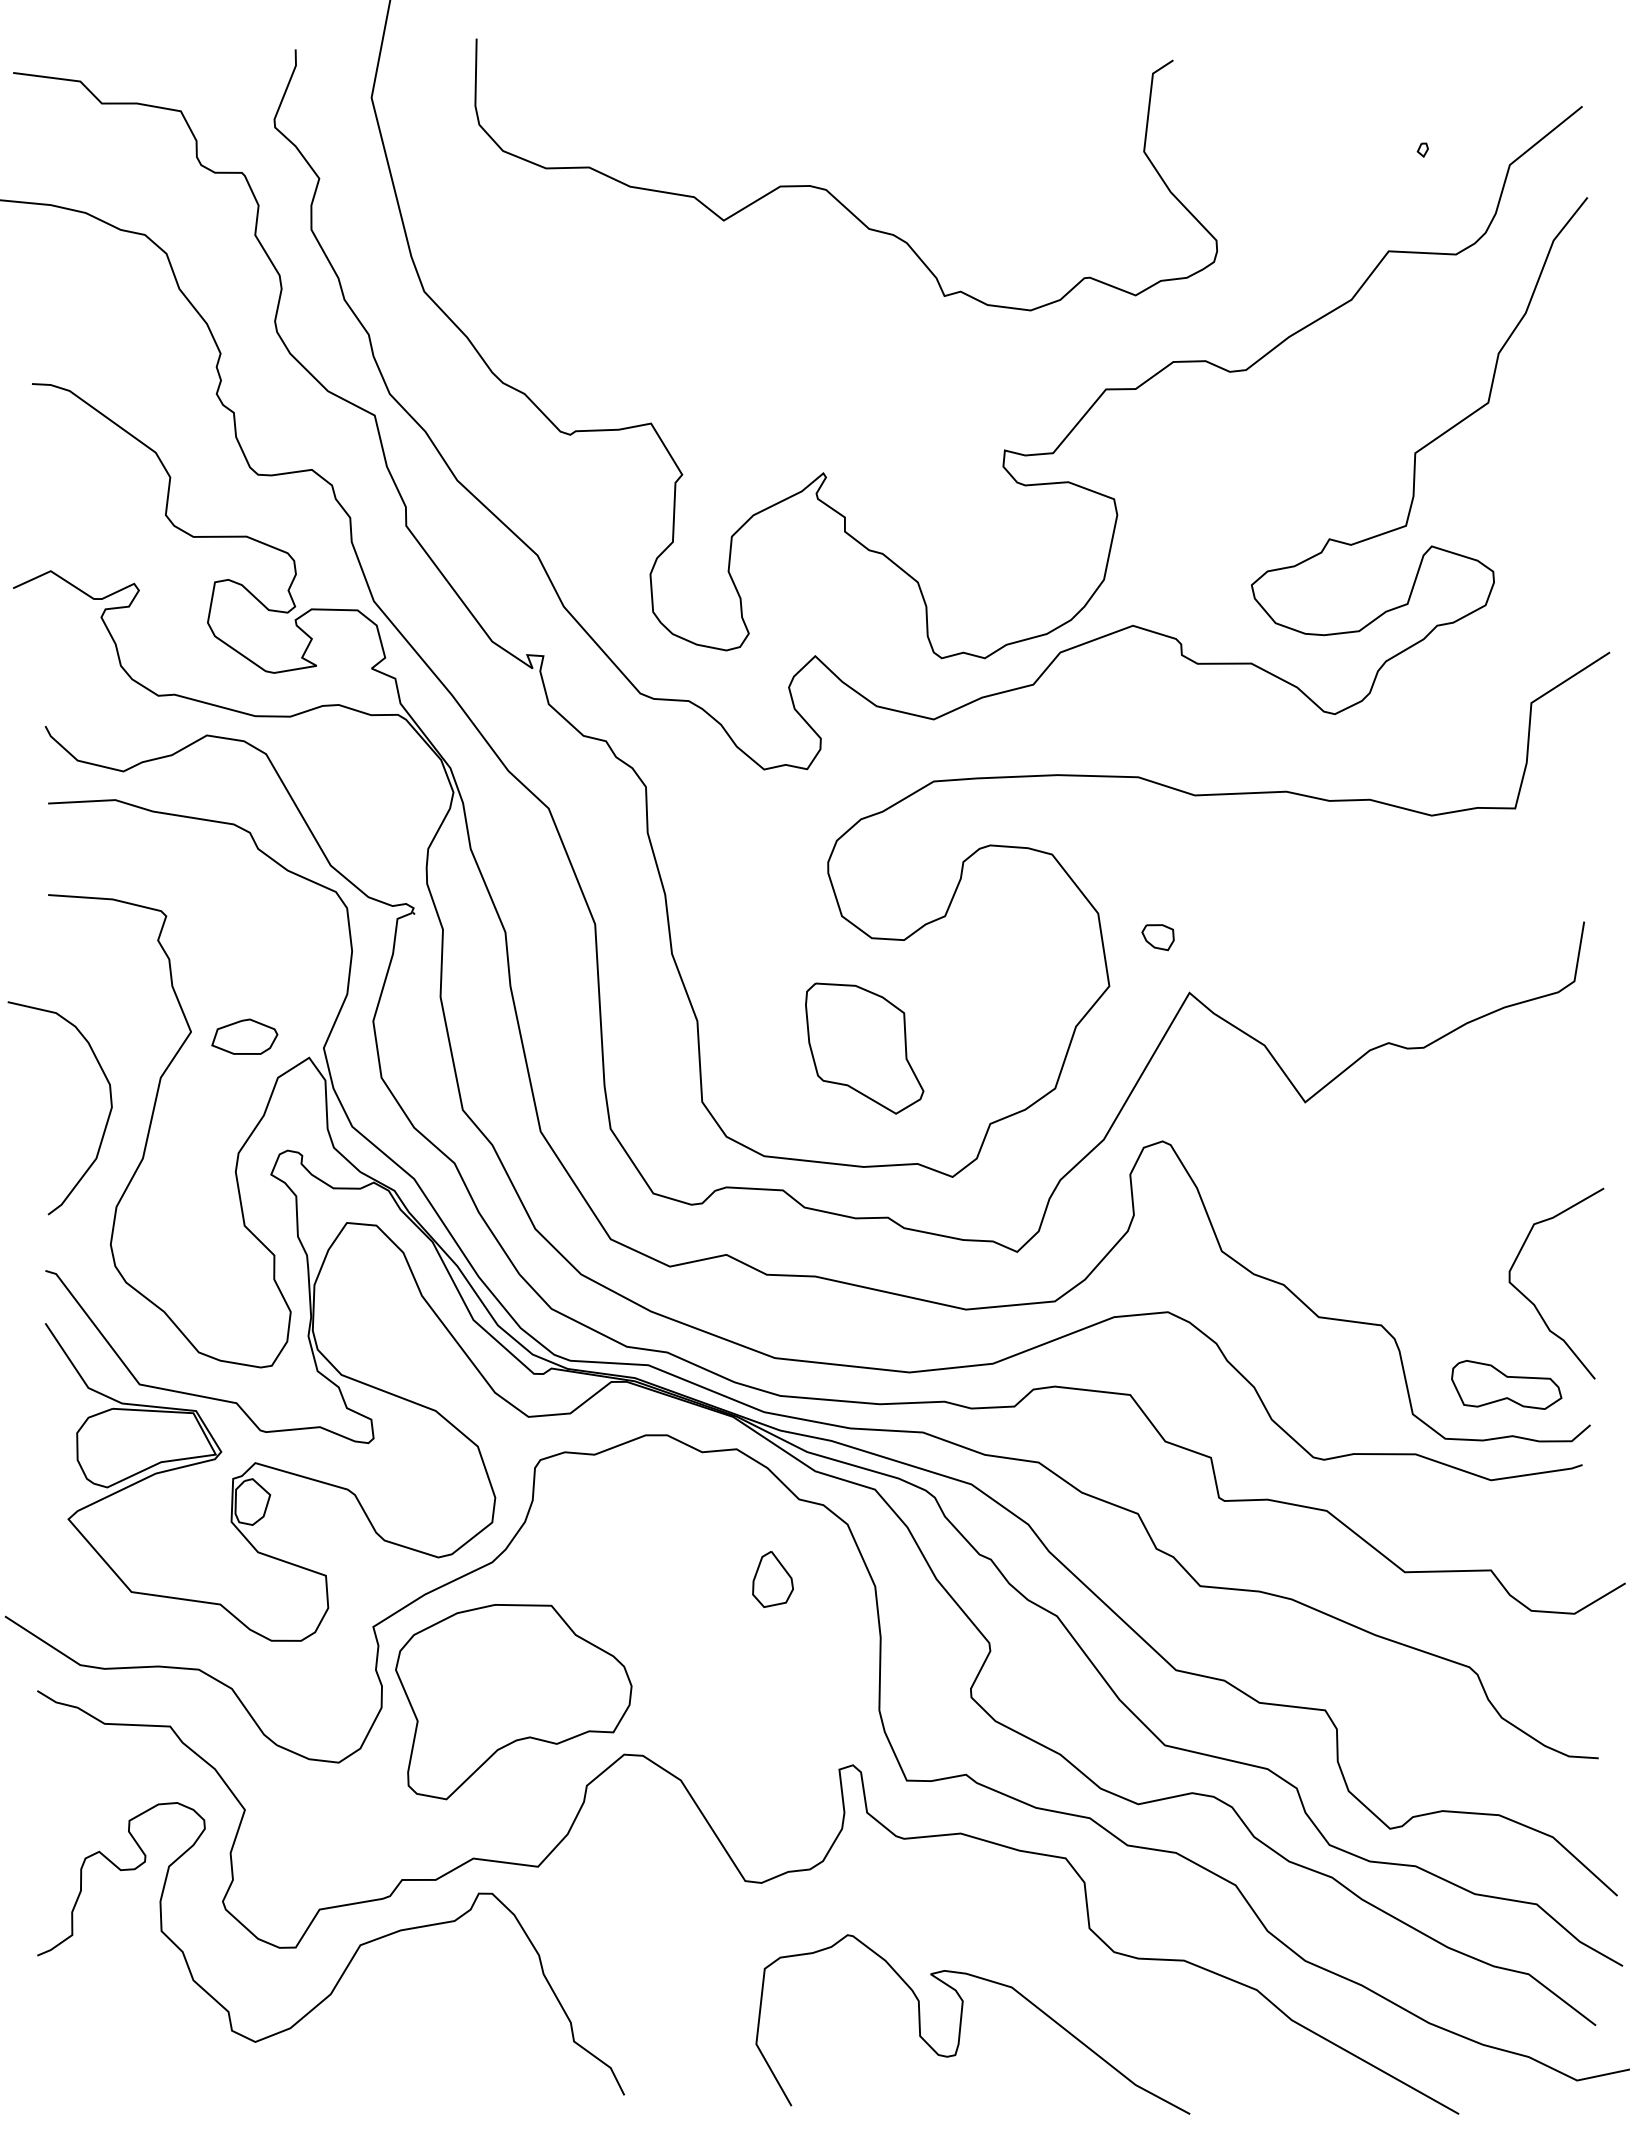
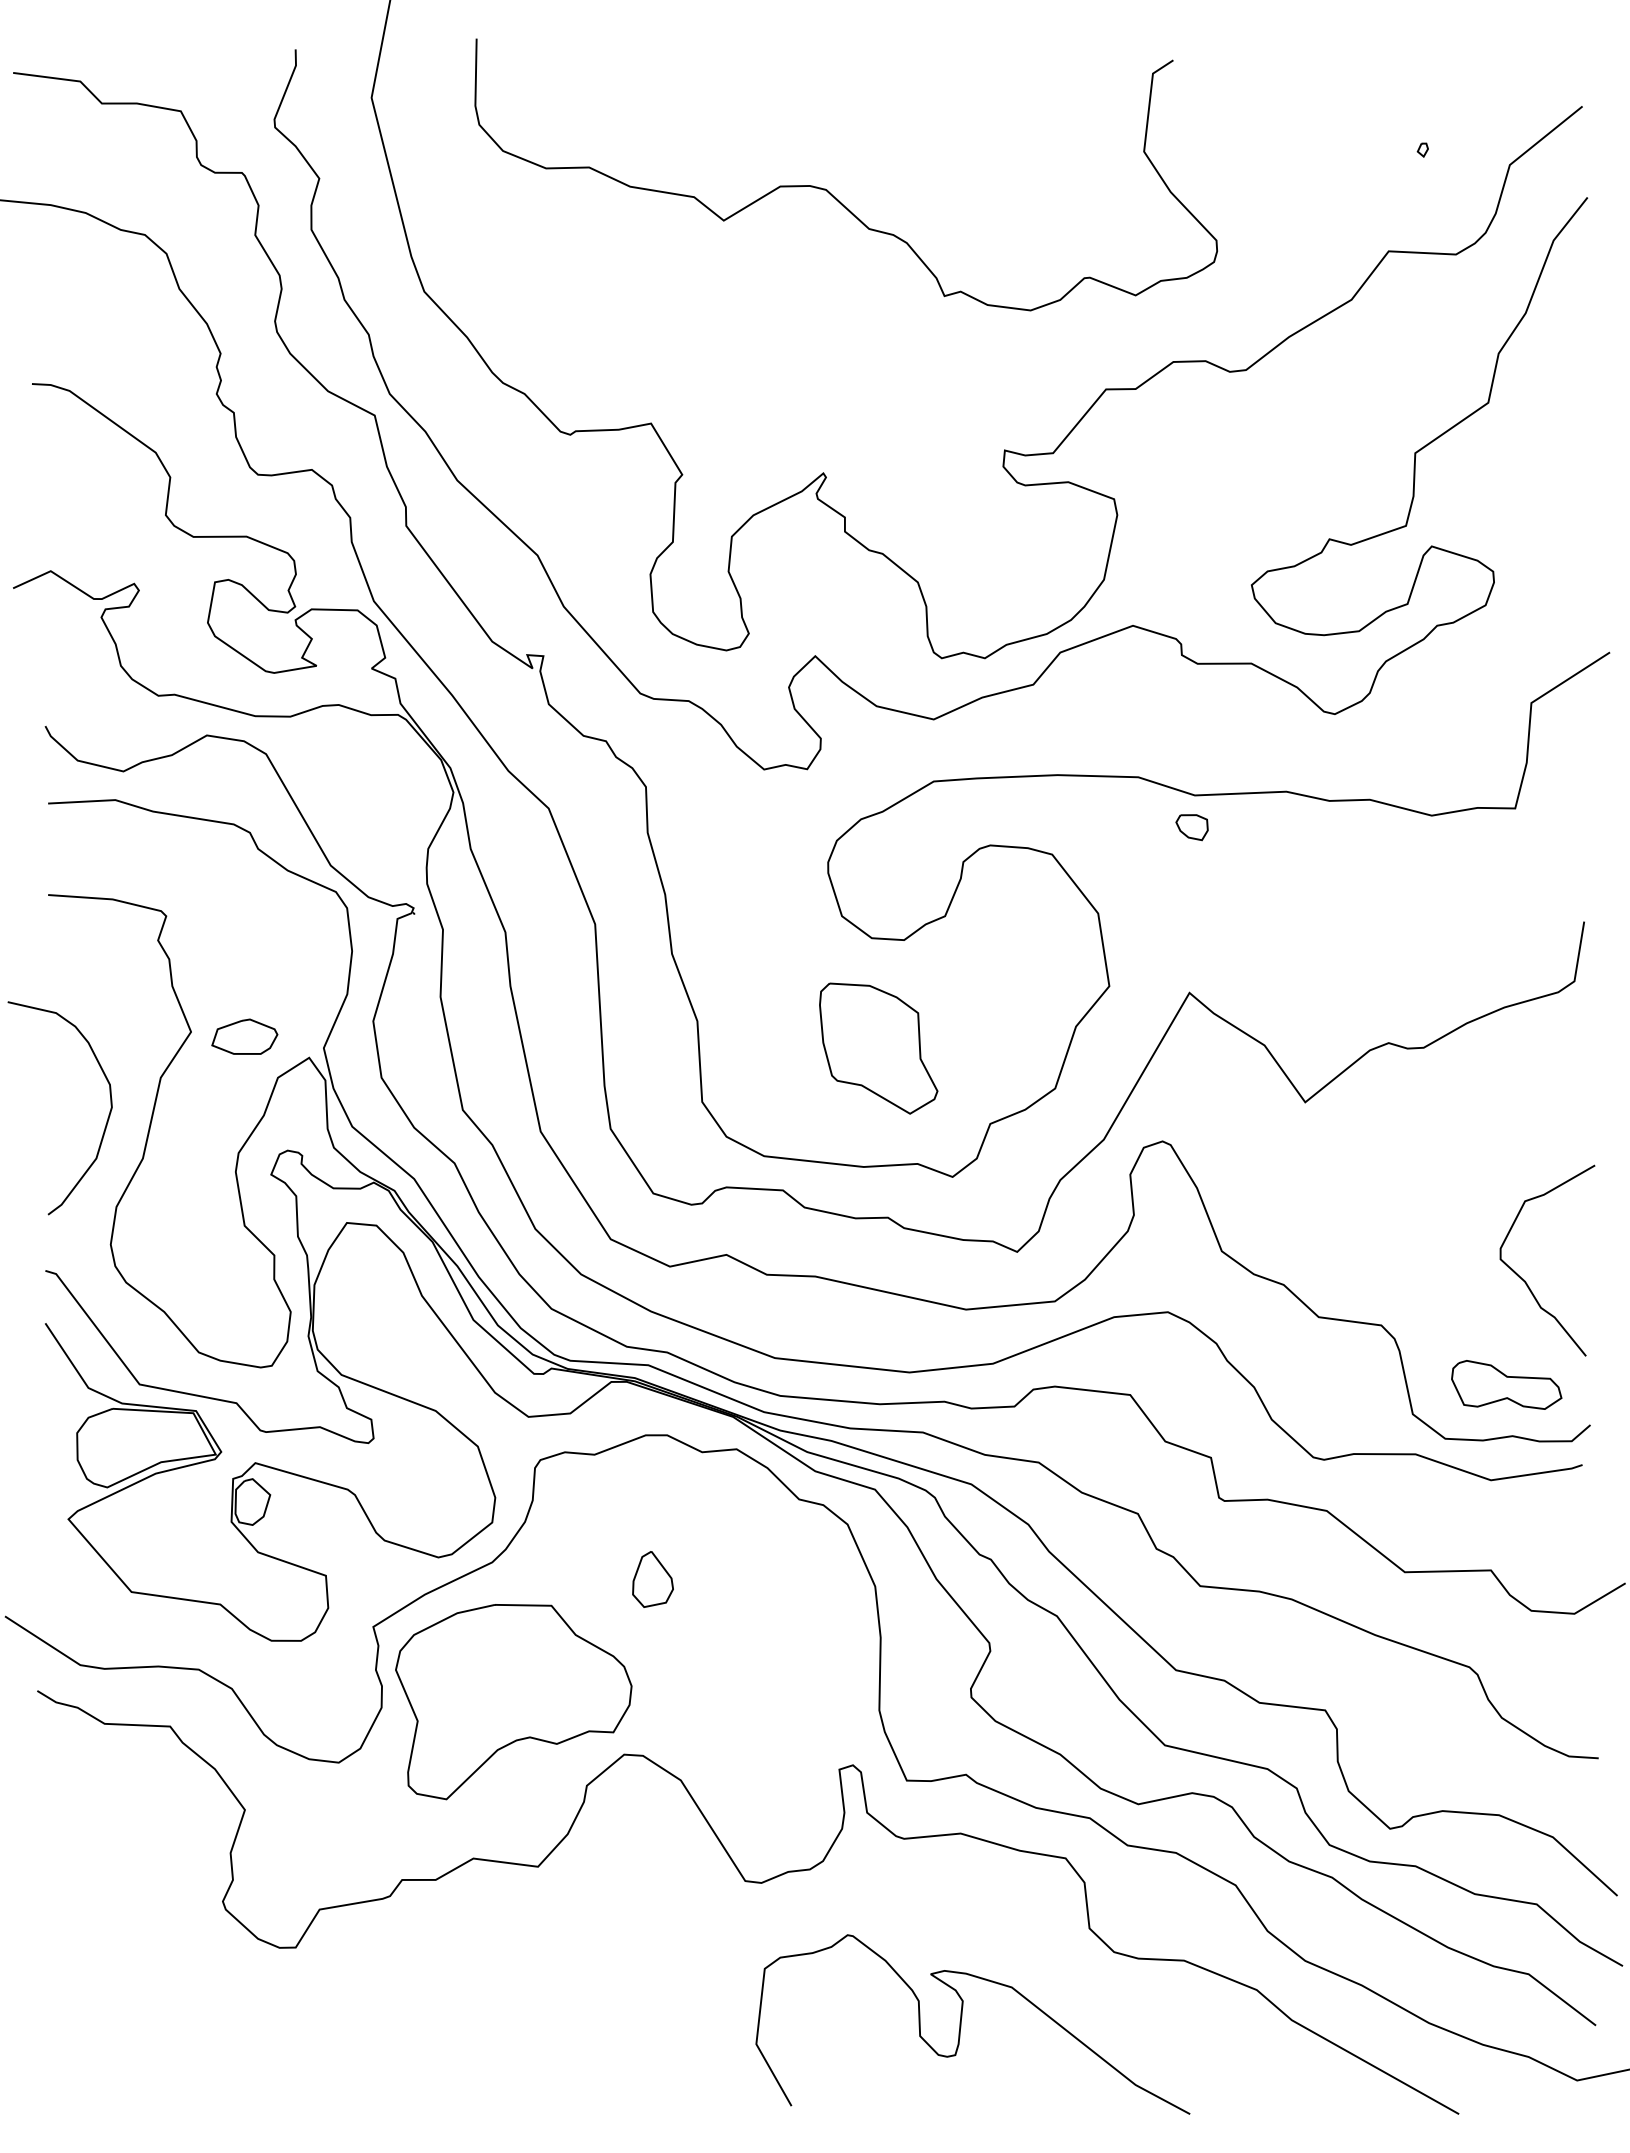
part at (1157, 937) position: (1157, 937) -> (1191, 827)
part at (864, 1048) position: (864, 1048) -> (878, 1048)
curve at (1534, 1303) position: (1534, 1303) -> (1525, 1280)
part at (772, 1579) position: (772, 1579) -> (652, 1579)
curve at (348, 1962): present -> none
